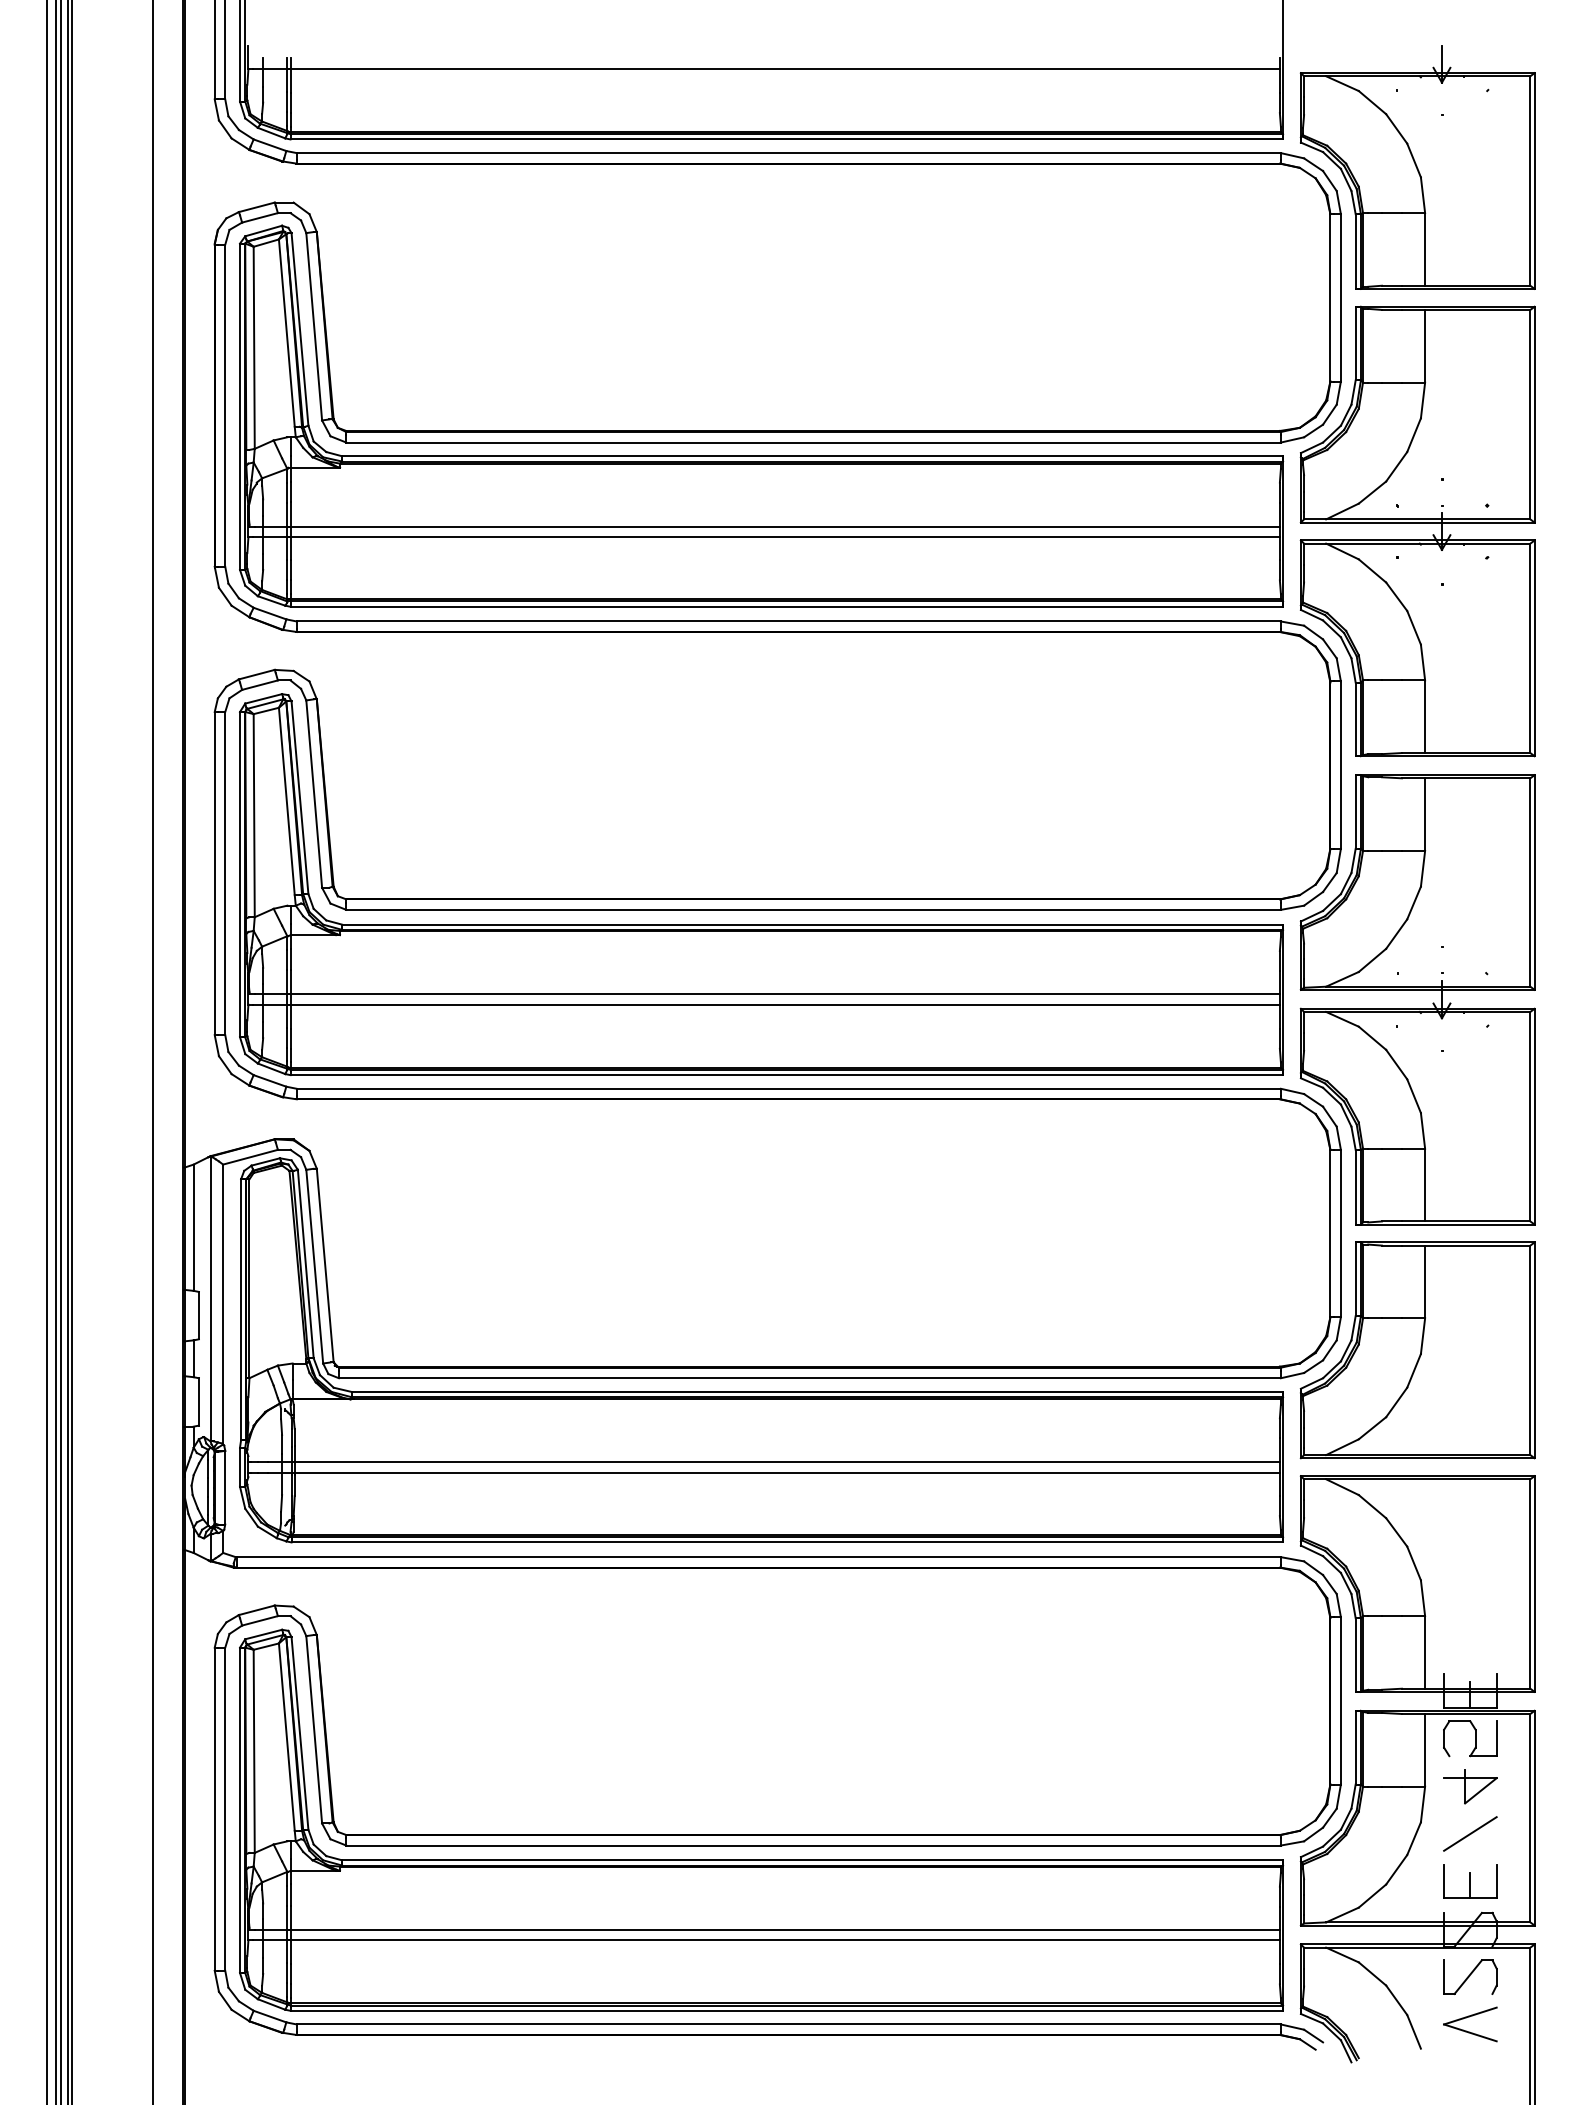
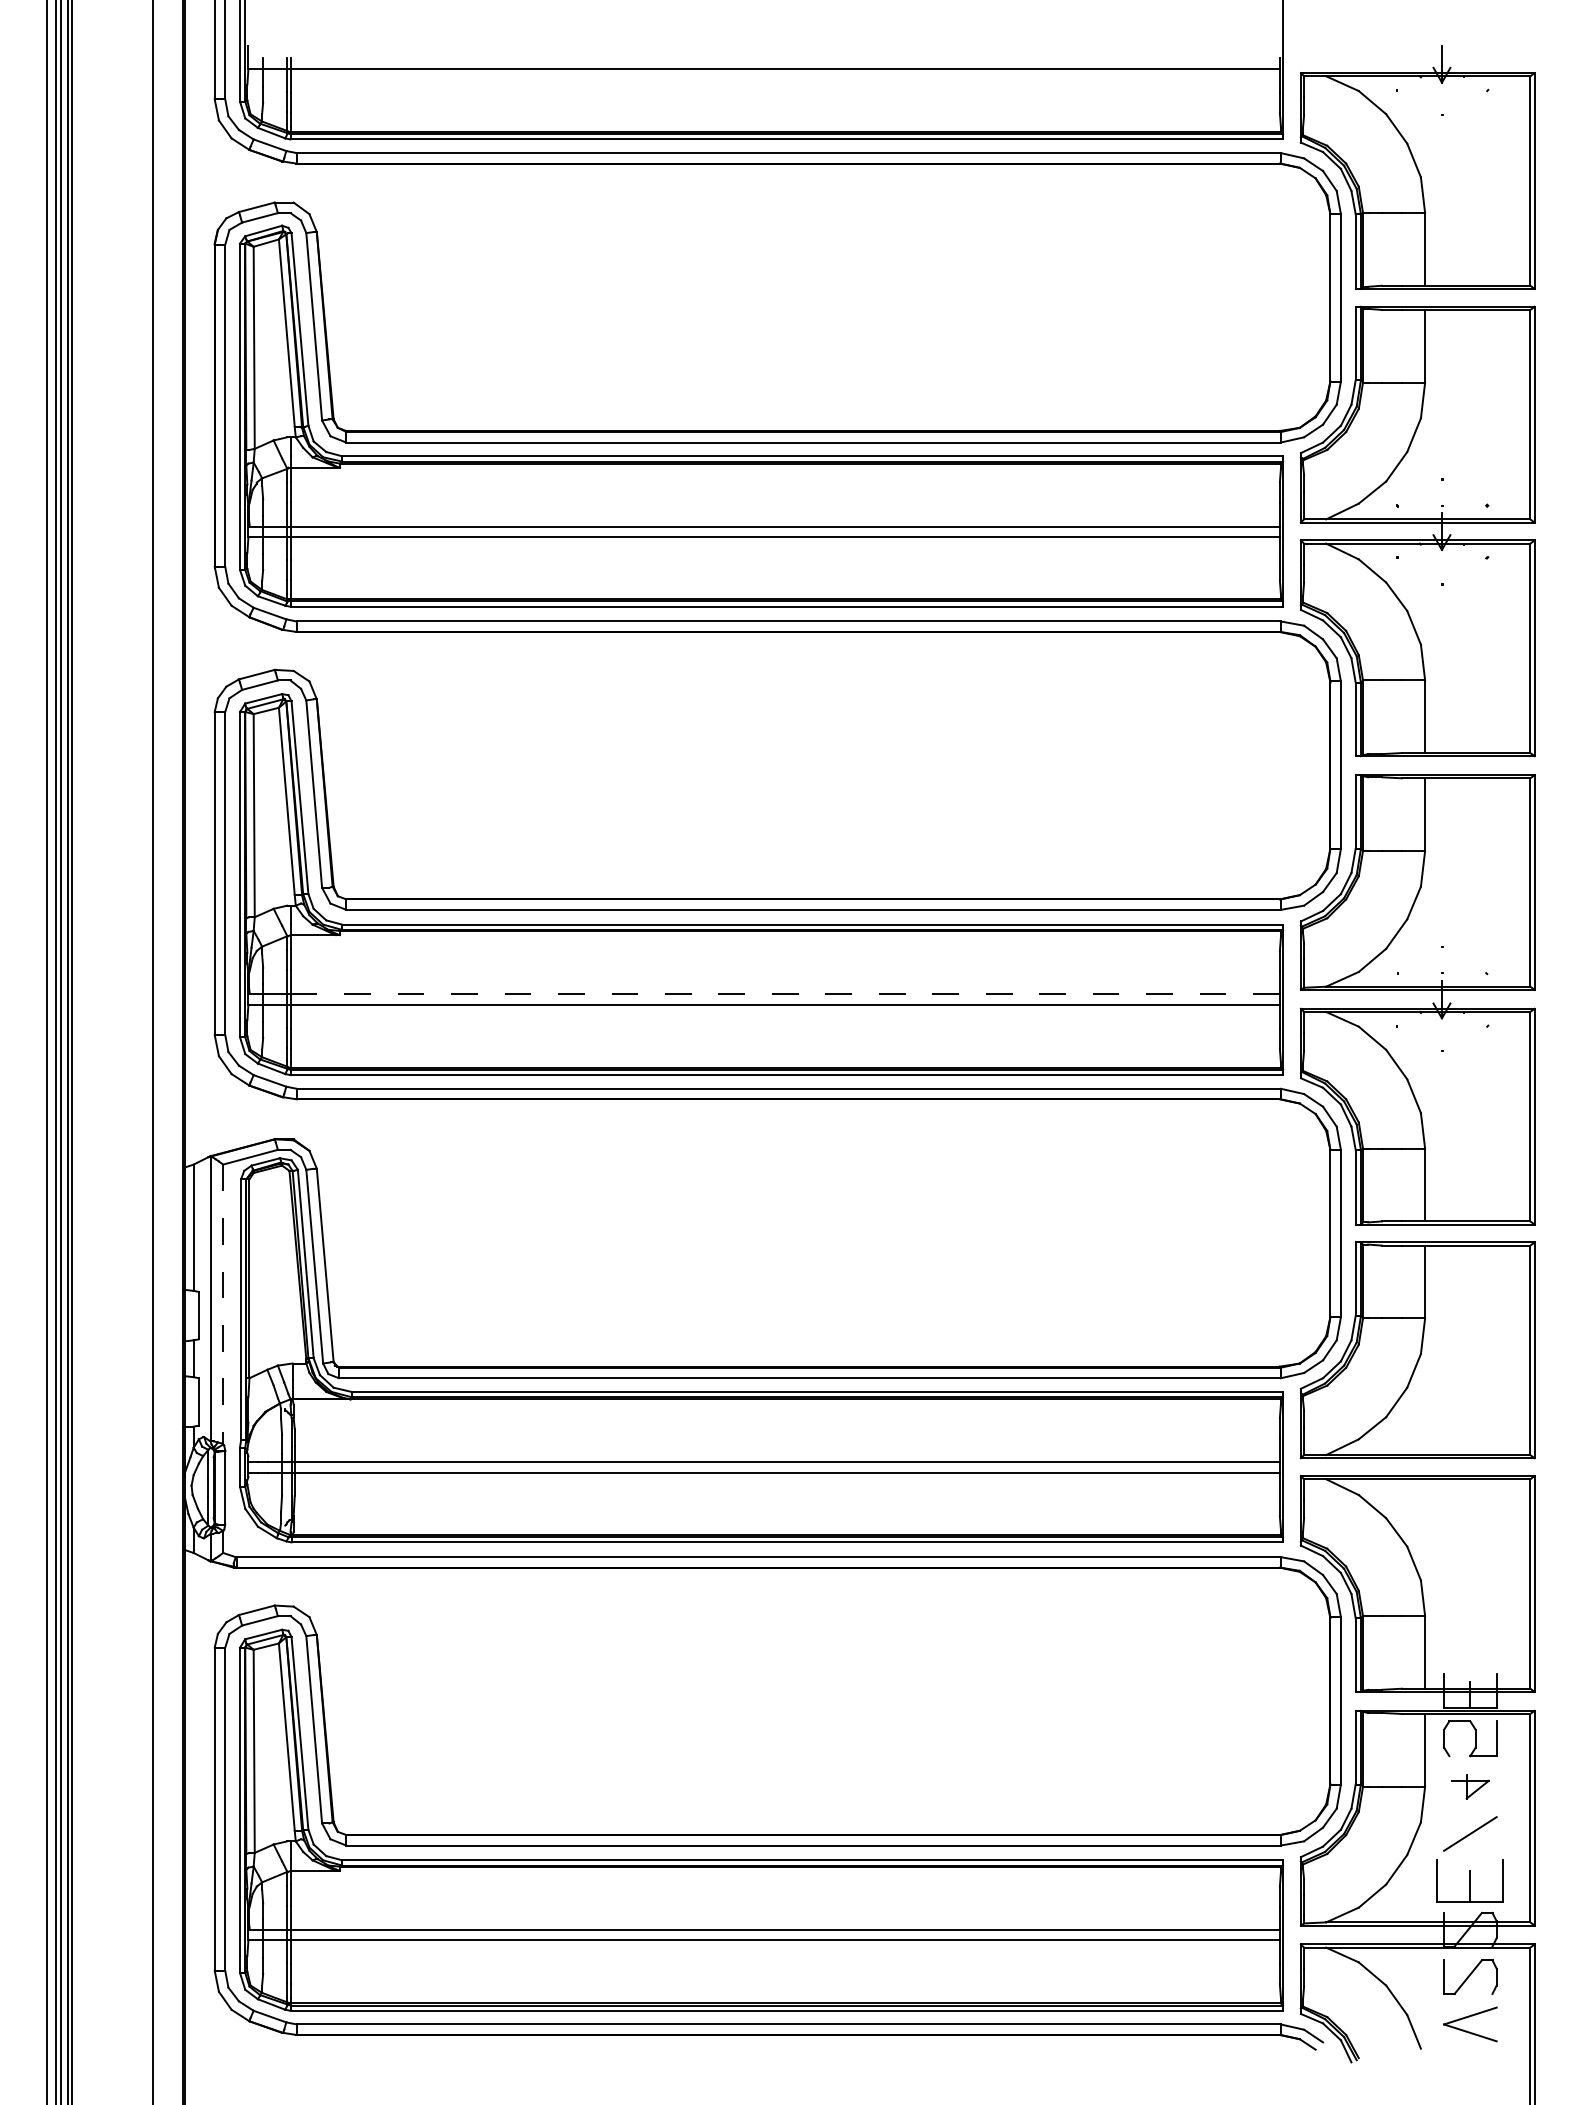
line at (785, 994): solid -> dashed
line at (223, 1304): solid -> dashed
part at (1470, 1786) size: 55x36 px -> 39x26 px
part at (1470, 1881) size: 55x35 px -> 68x44 px
